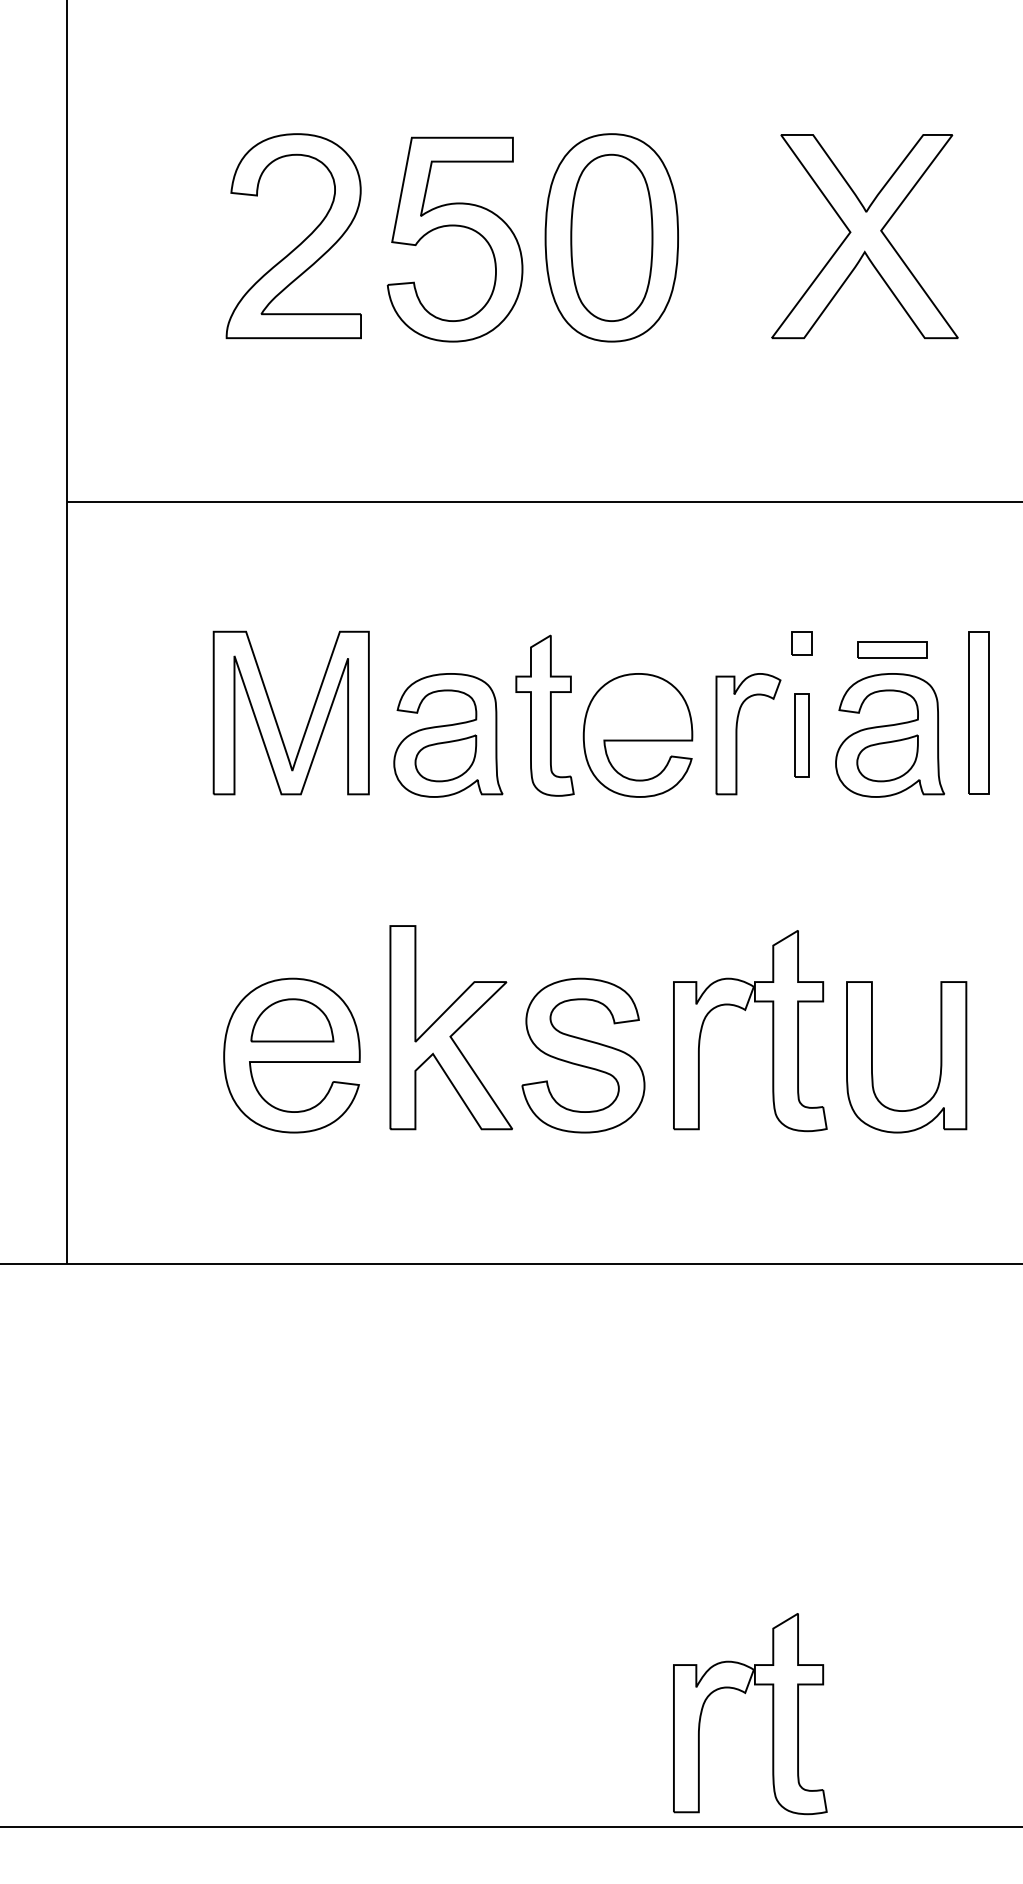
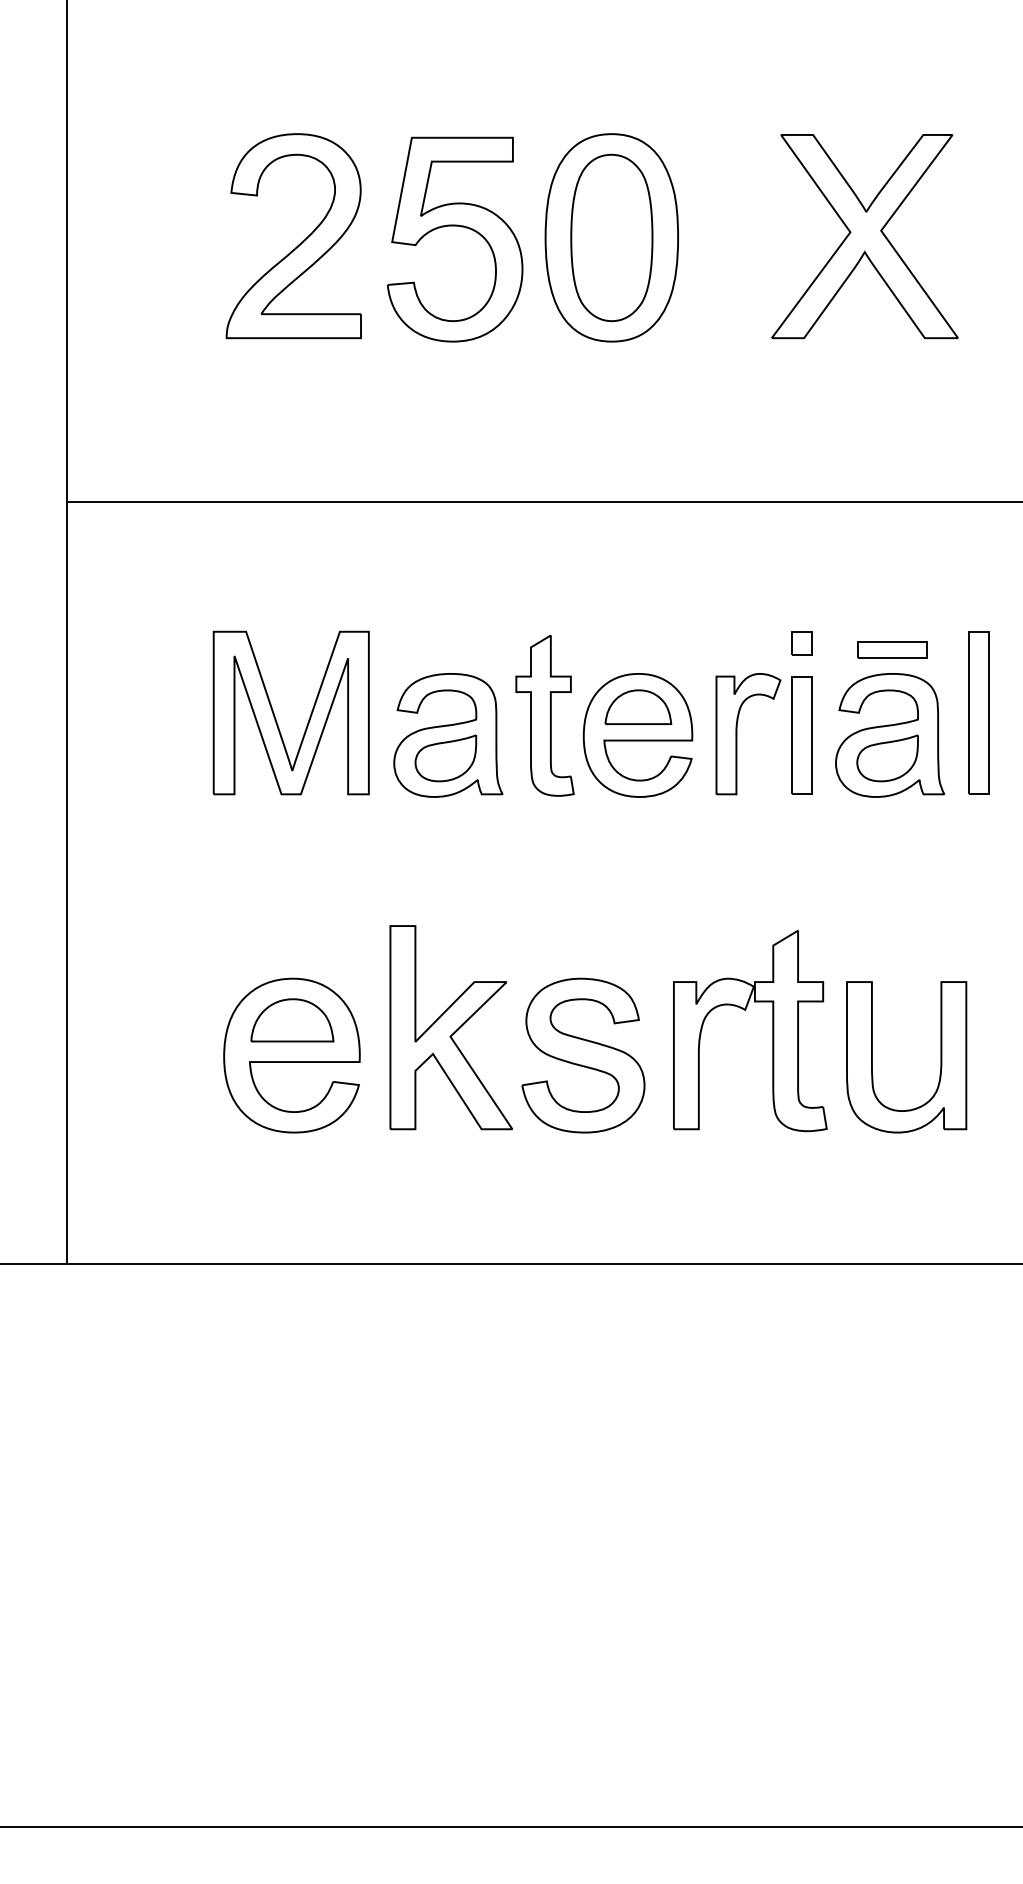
part at (638, 706): none -> present
part at (801, 735) size: 16x85 px -> 22x119 px
part at (745, 1694): present -> none
